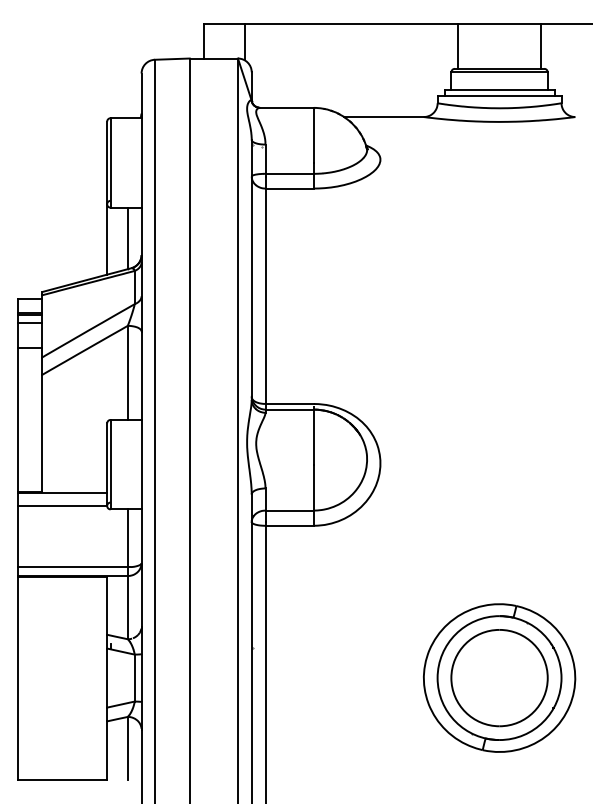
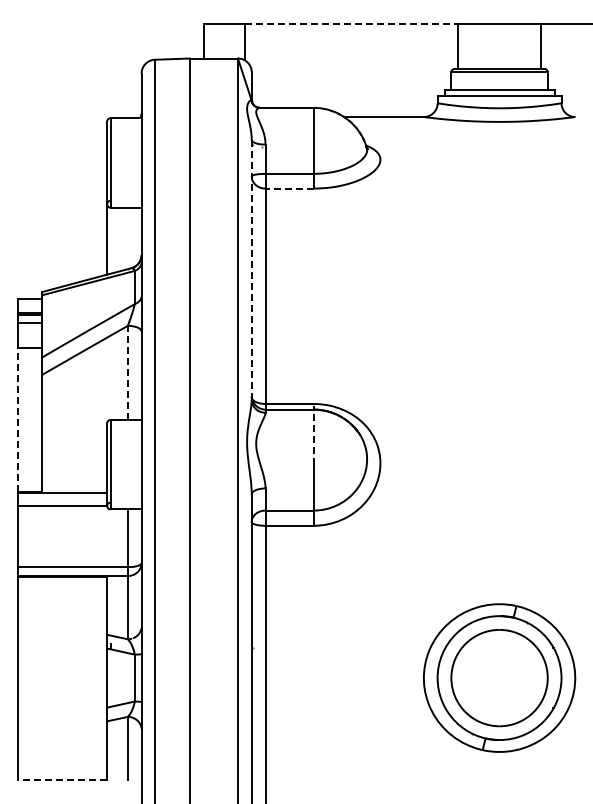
line at (351, 24): solid -> dashed
line at (289, 188): solid -> dashed
line at (127, 238): present -> none
line at (251, 269): solid -> dashed
line at (127, 372): solid -> dashed
line at (17, 420): solid -> dashed
line at (313, 437): solid -> dashed
line at (62, 779): solid -> dashed
